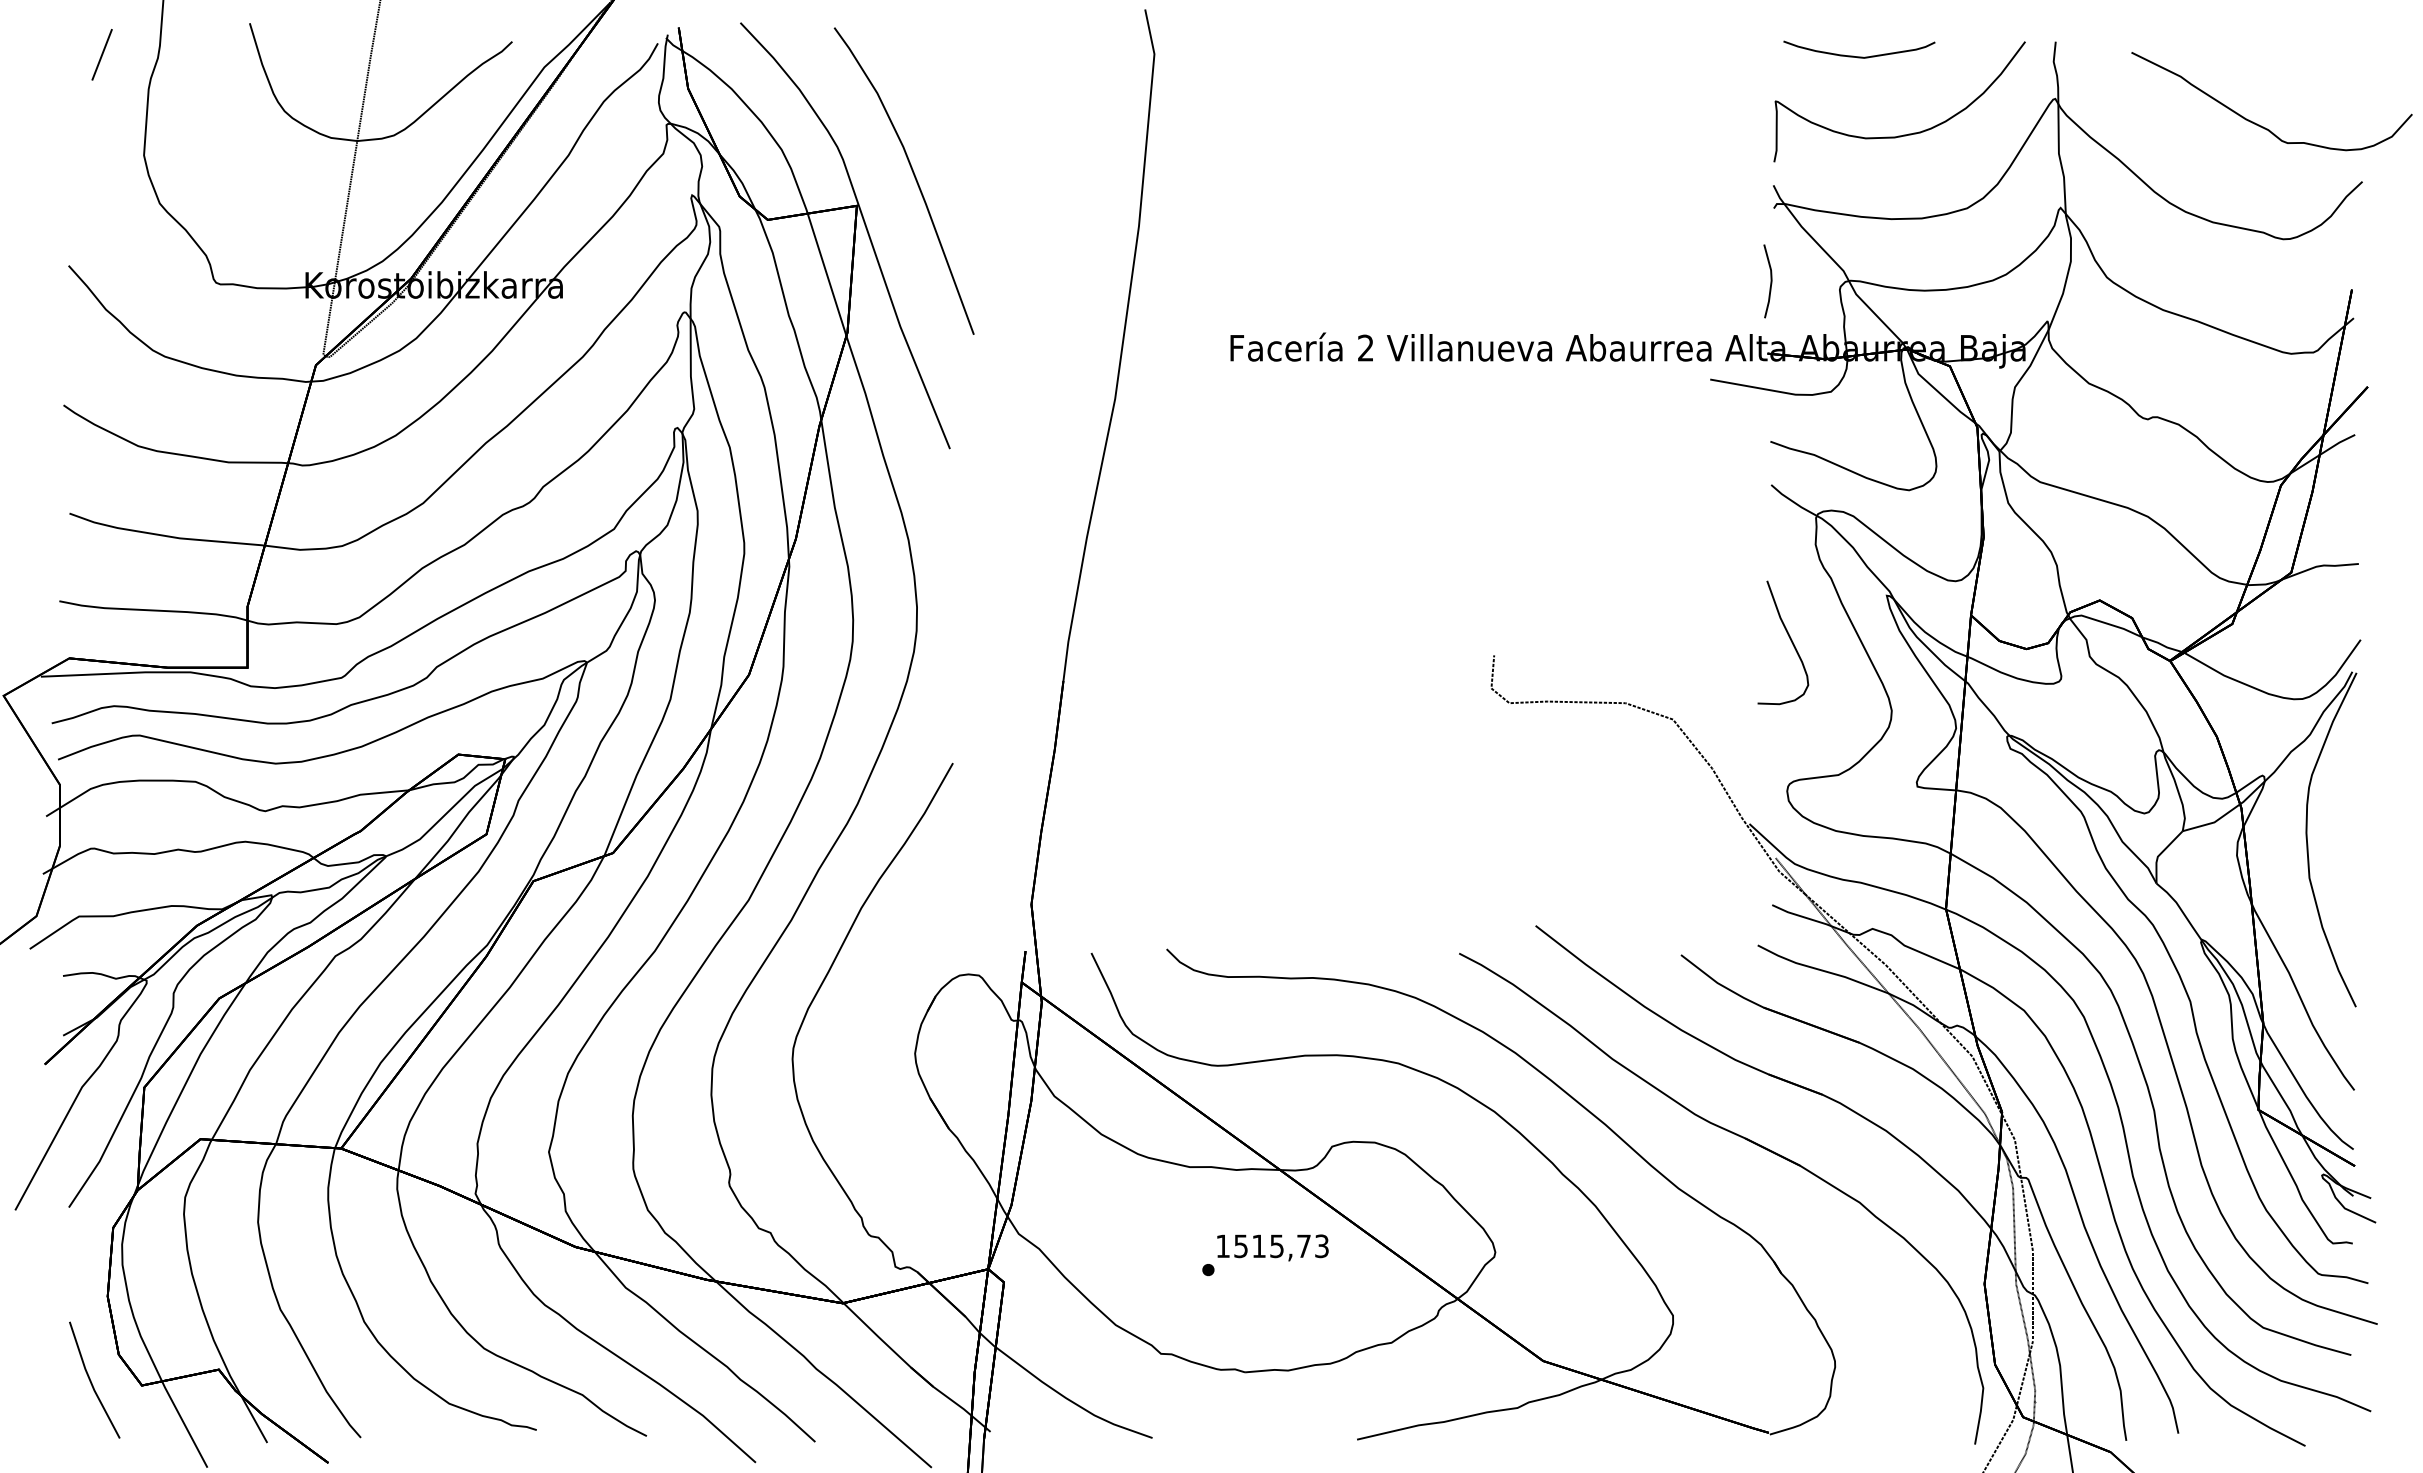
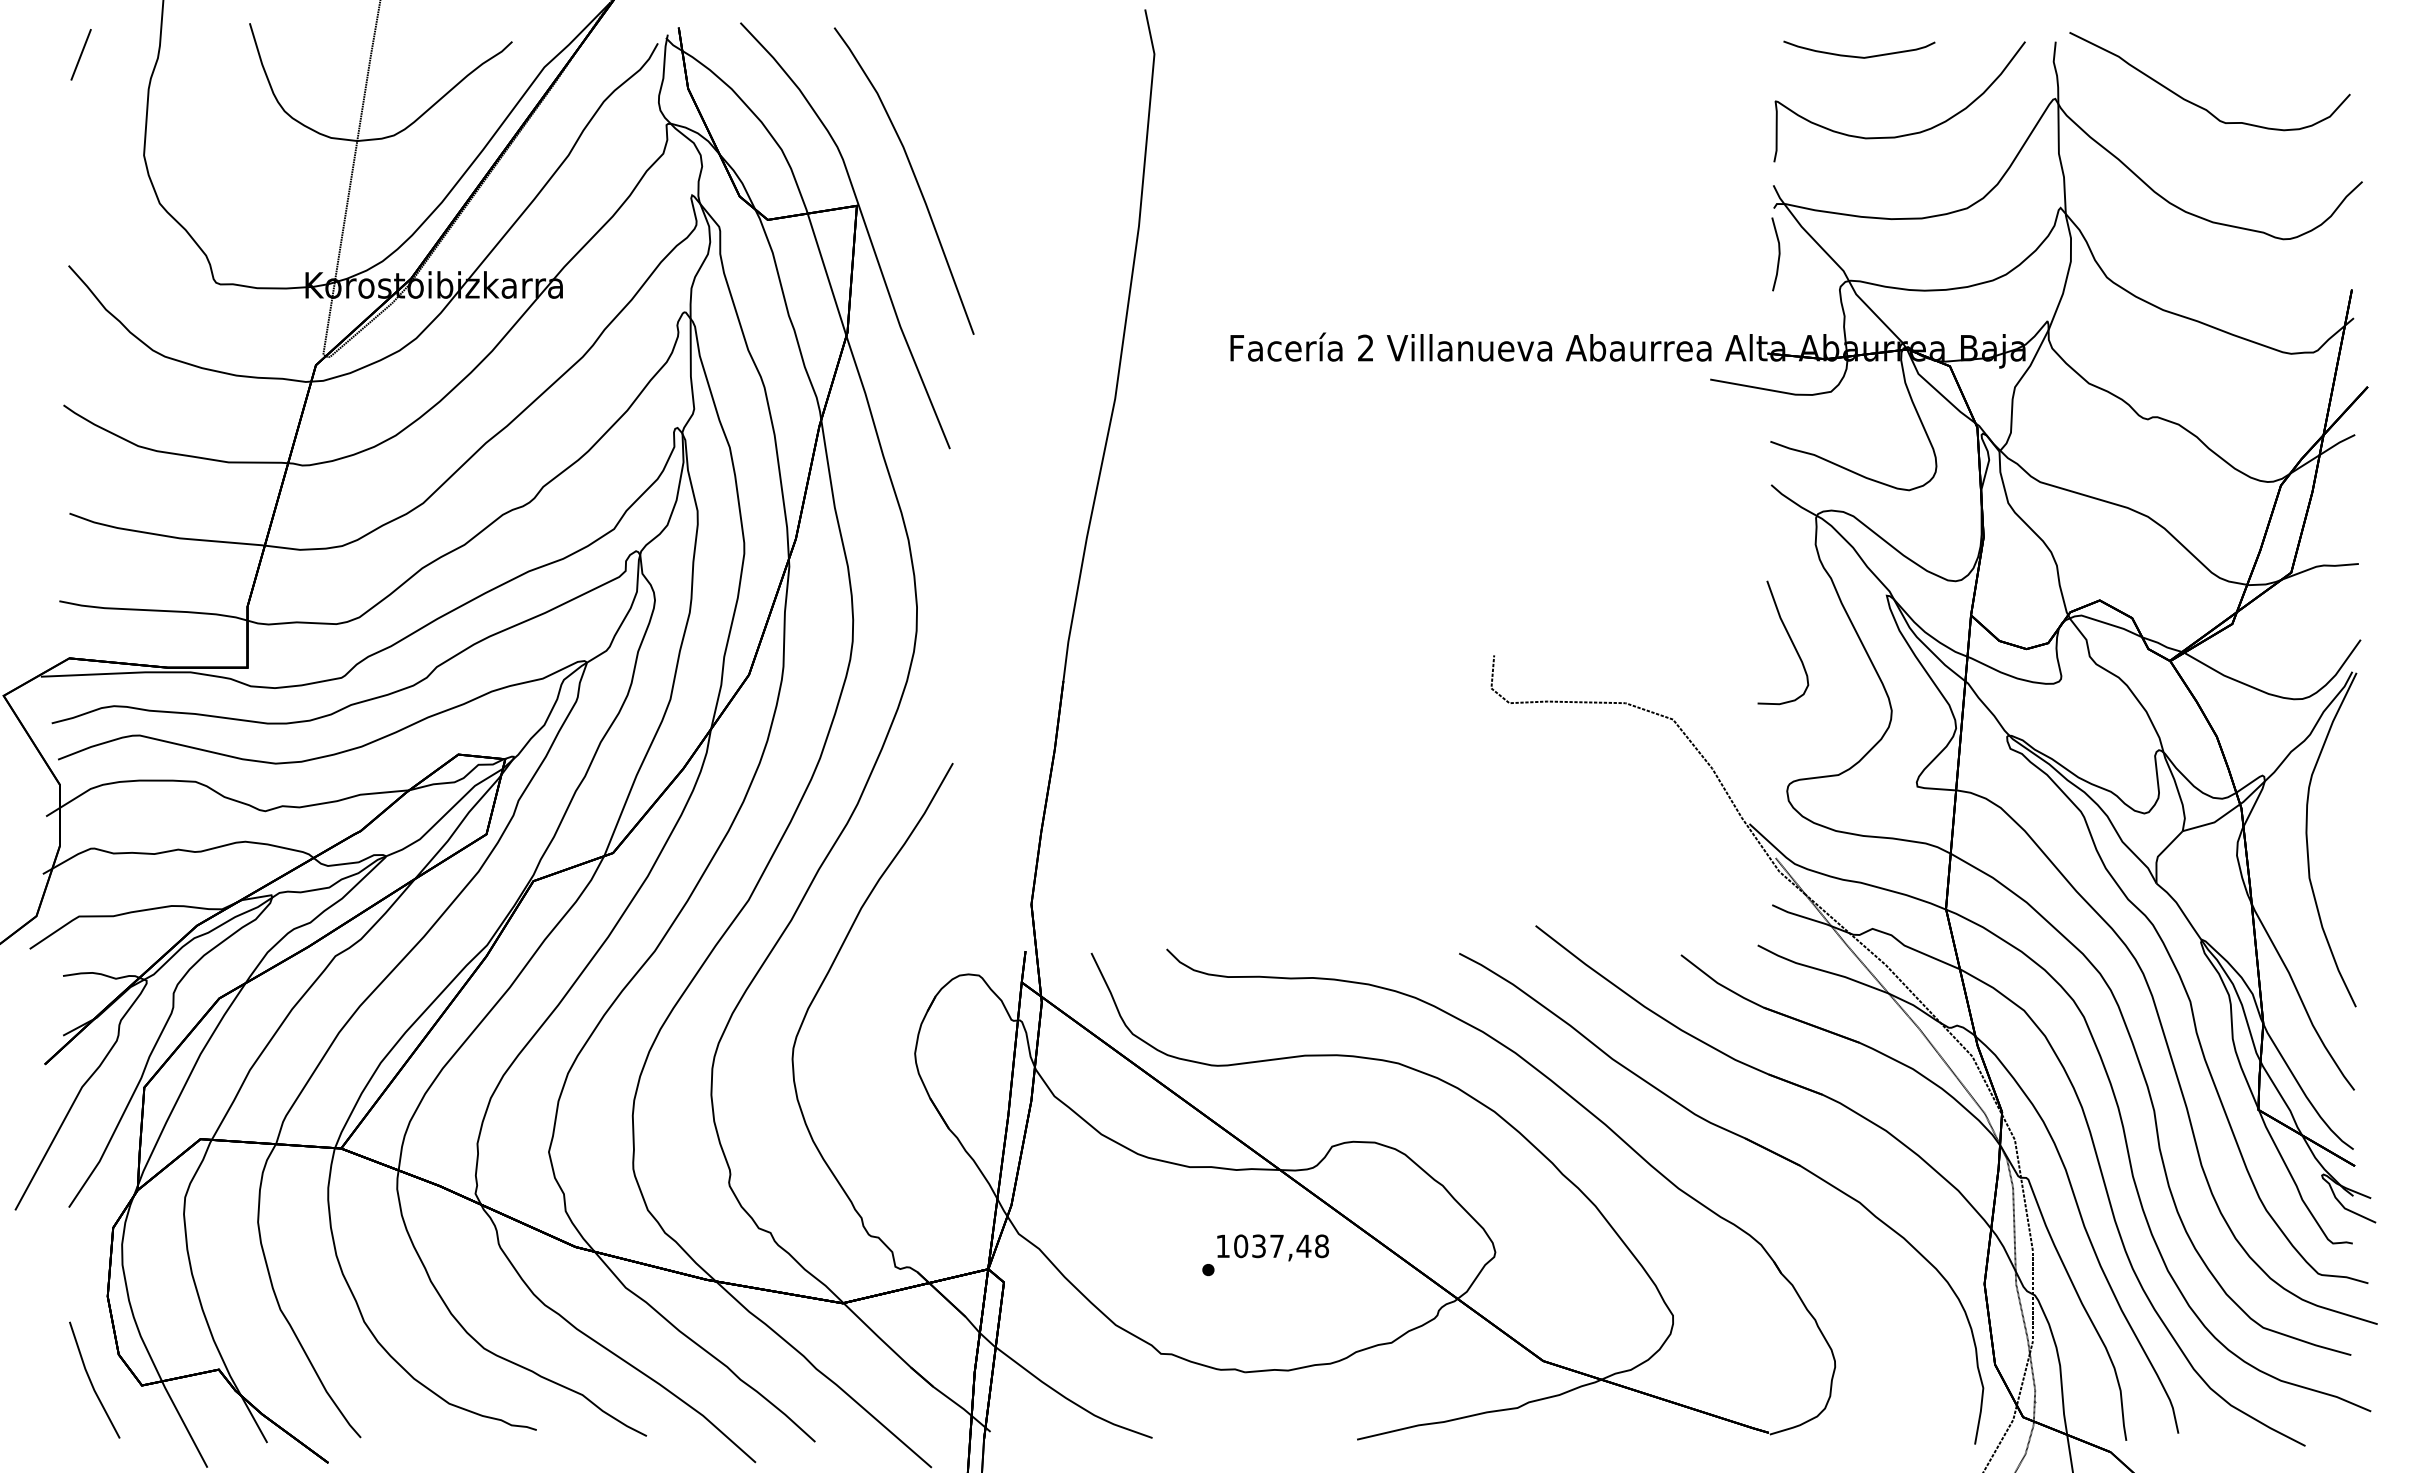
line at (101, 54) position: (101, 54) -> (80, 54)
curve at (2259, 124) position: (2259, 124) -> (2197, 104)
line at (1770, 281) position: (1770, 281) -> (1778, 254)
text at (1281, 1246): 1515,73 -> 1037,48
